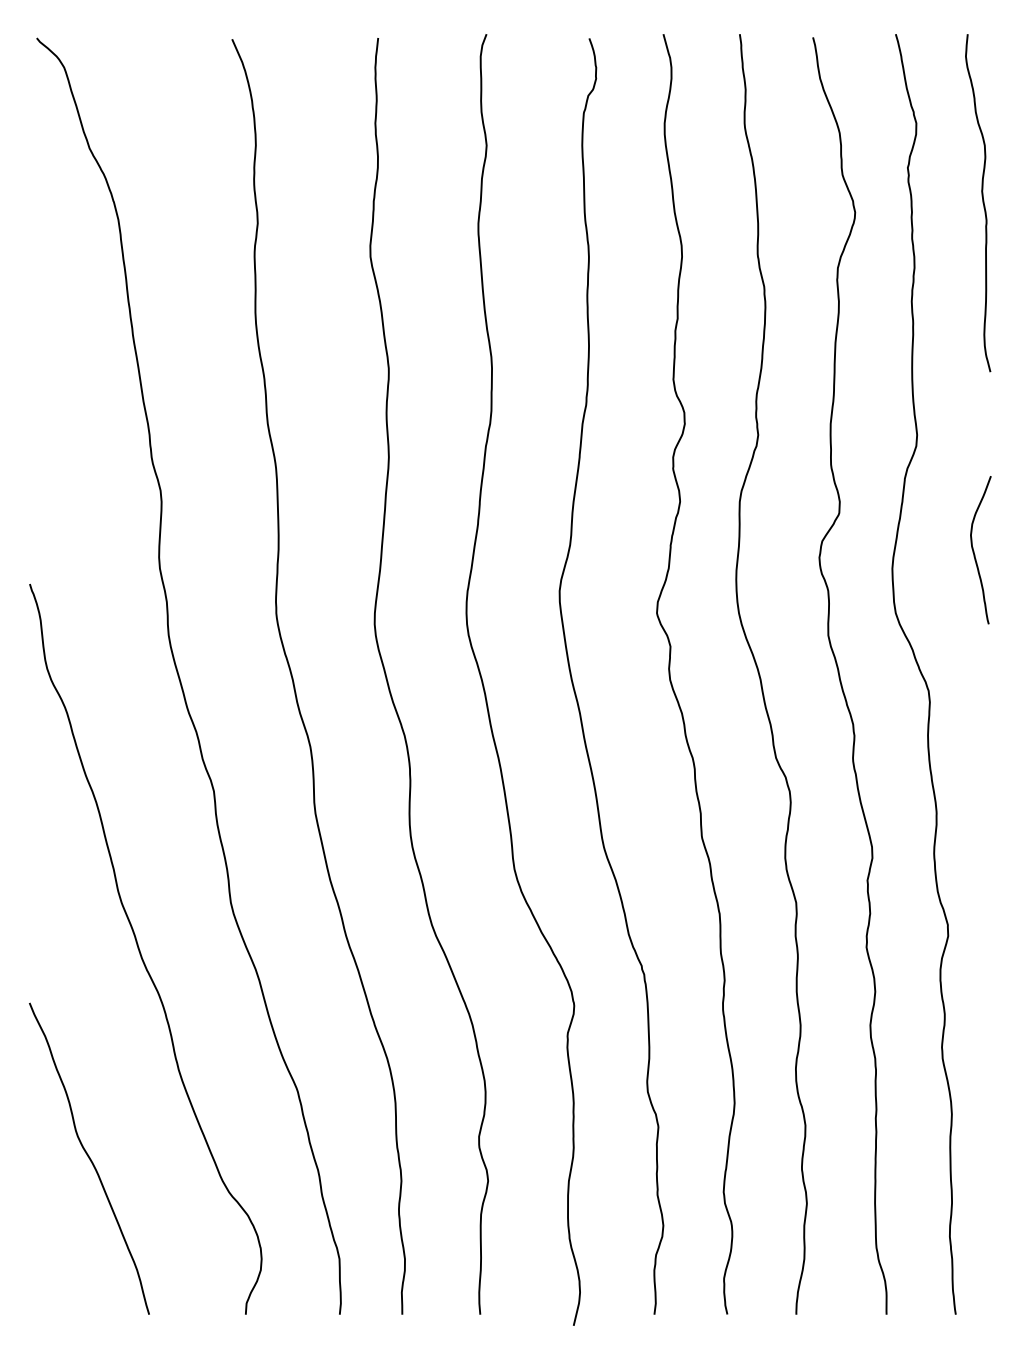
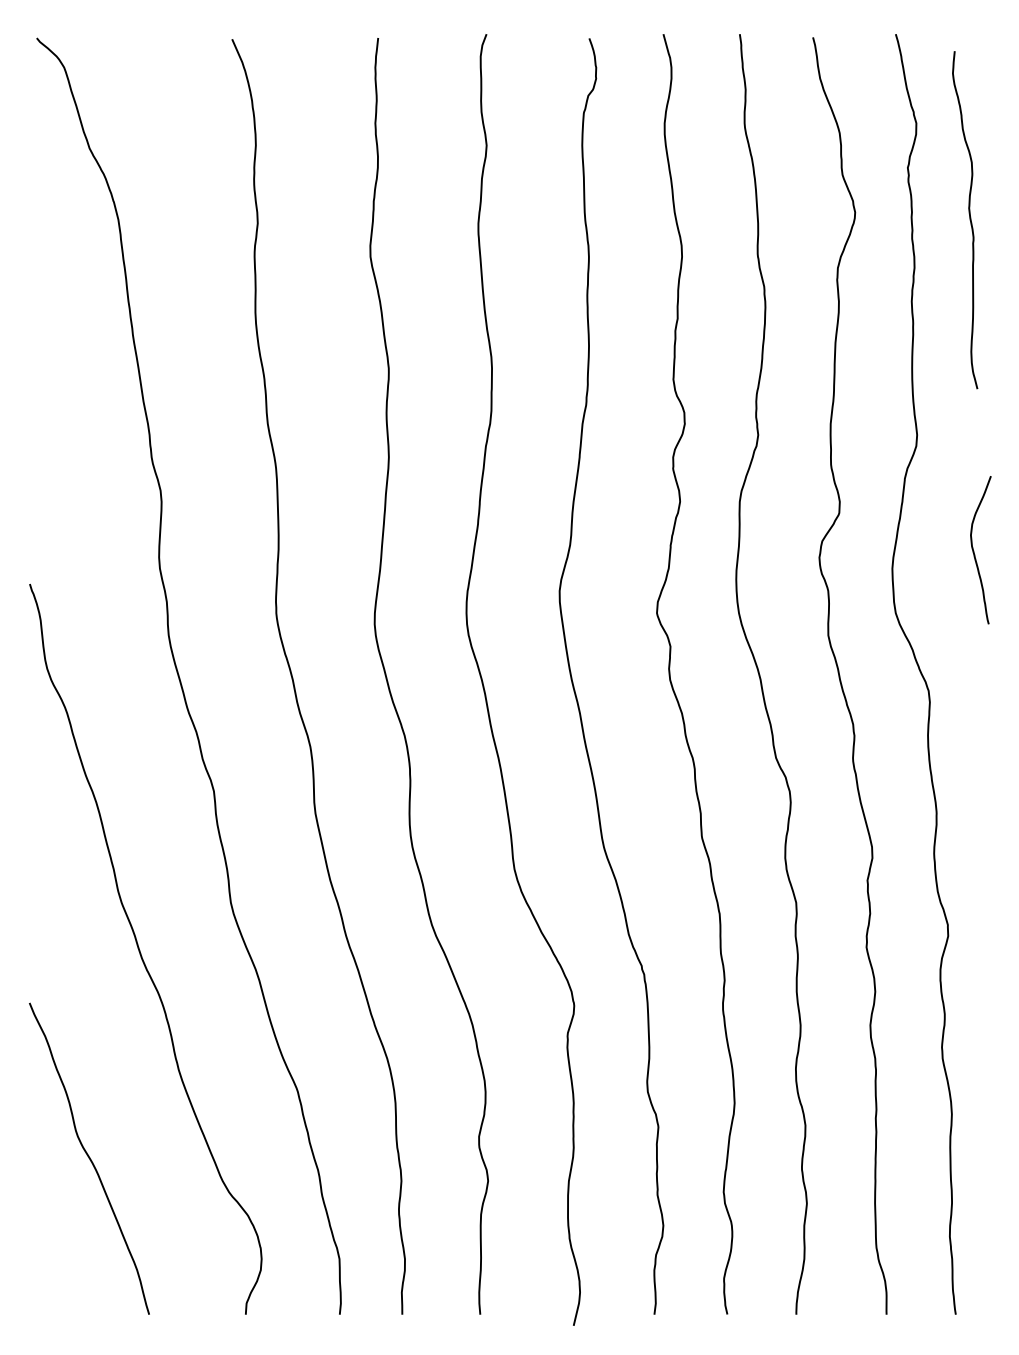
curve at (982, 203) position: (982, 203) -> (969, 220)
